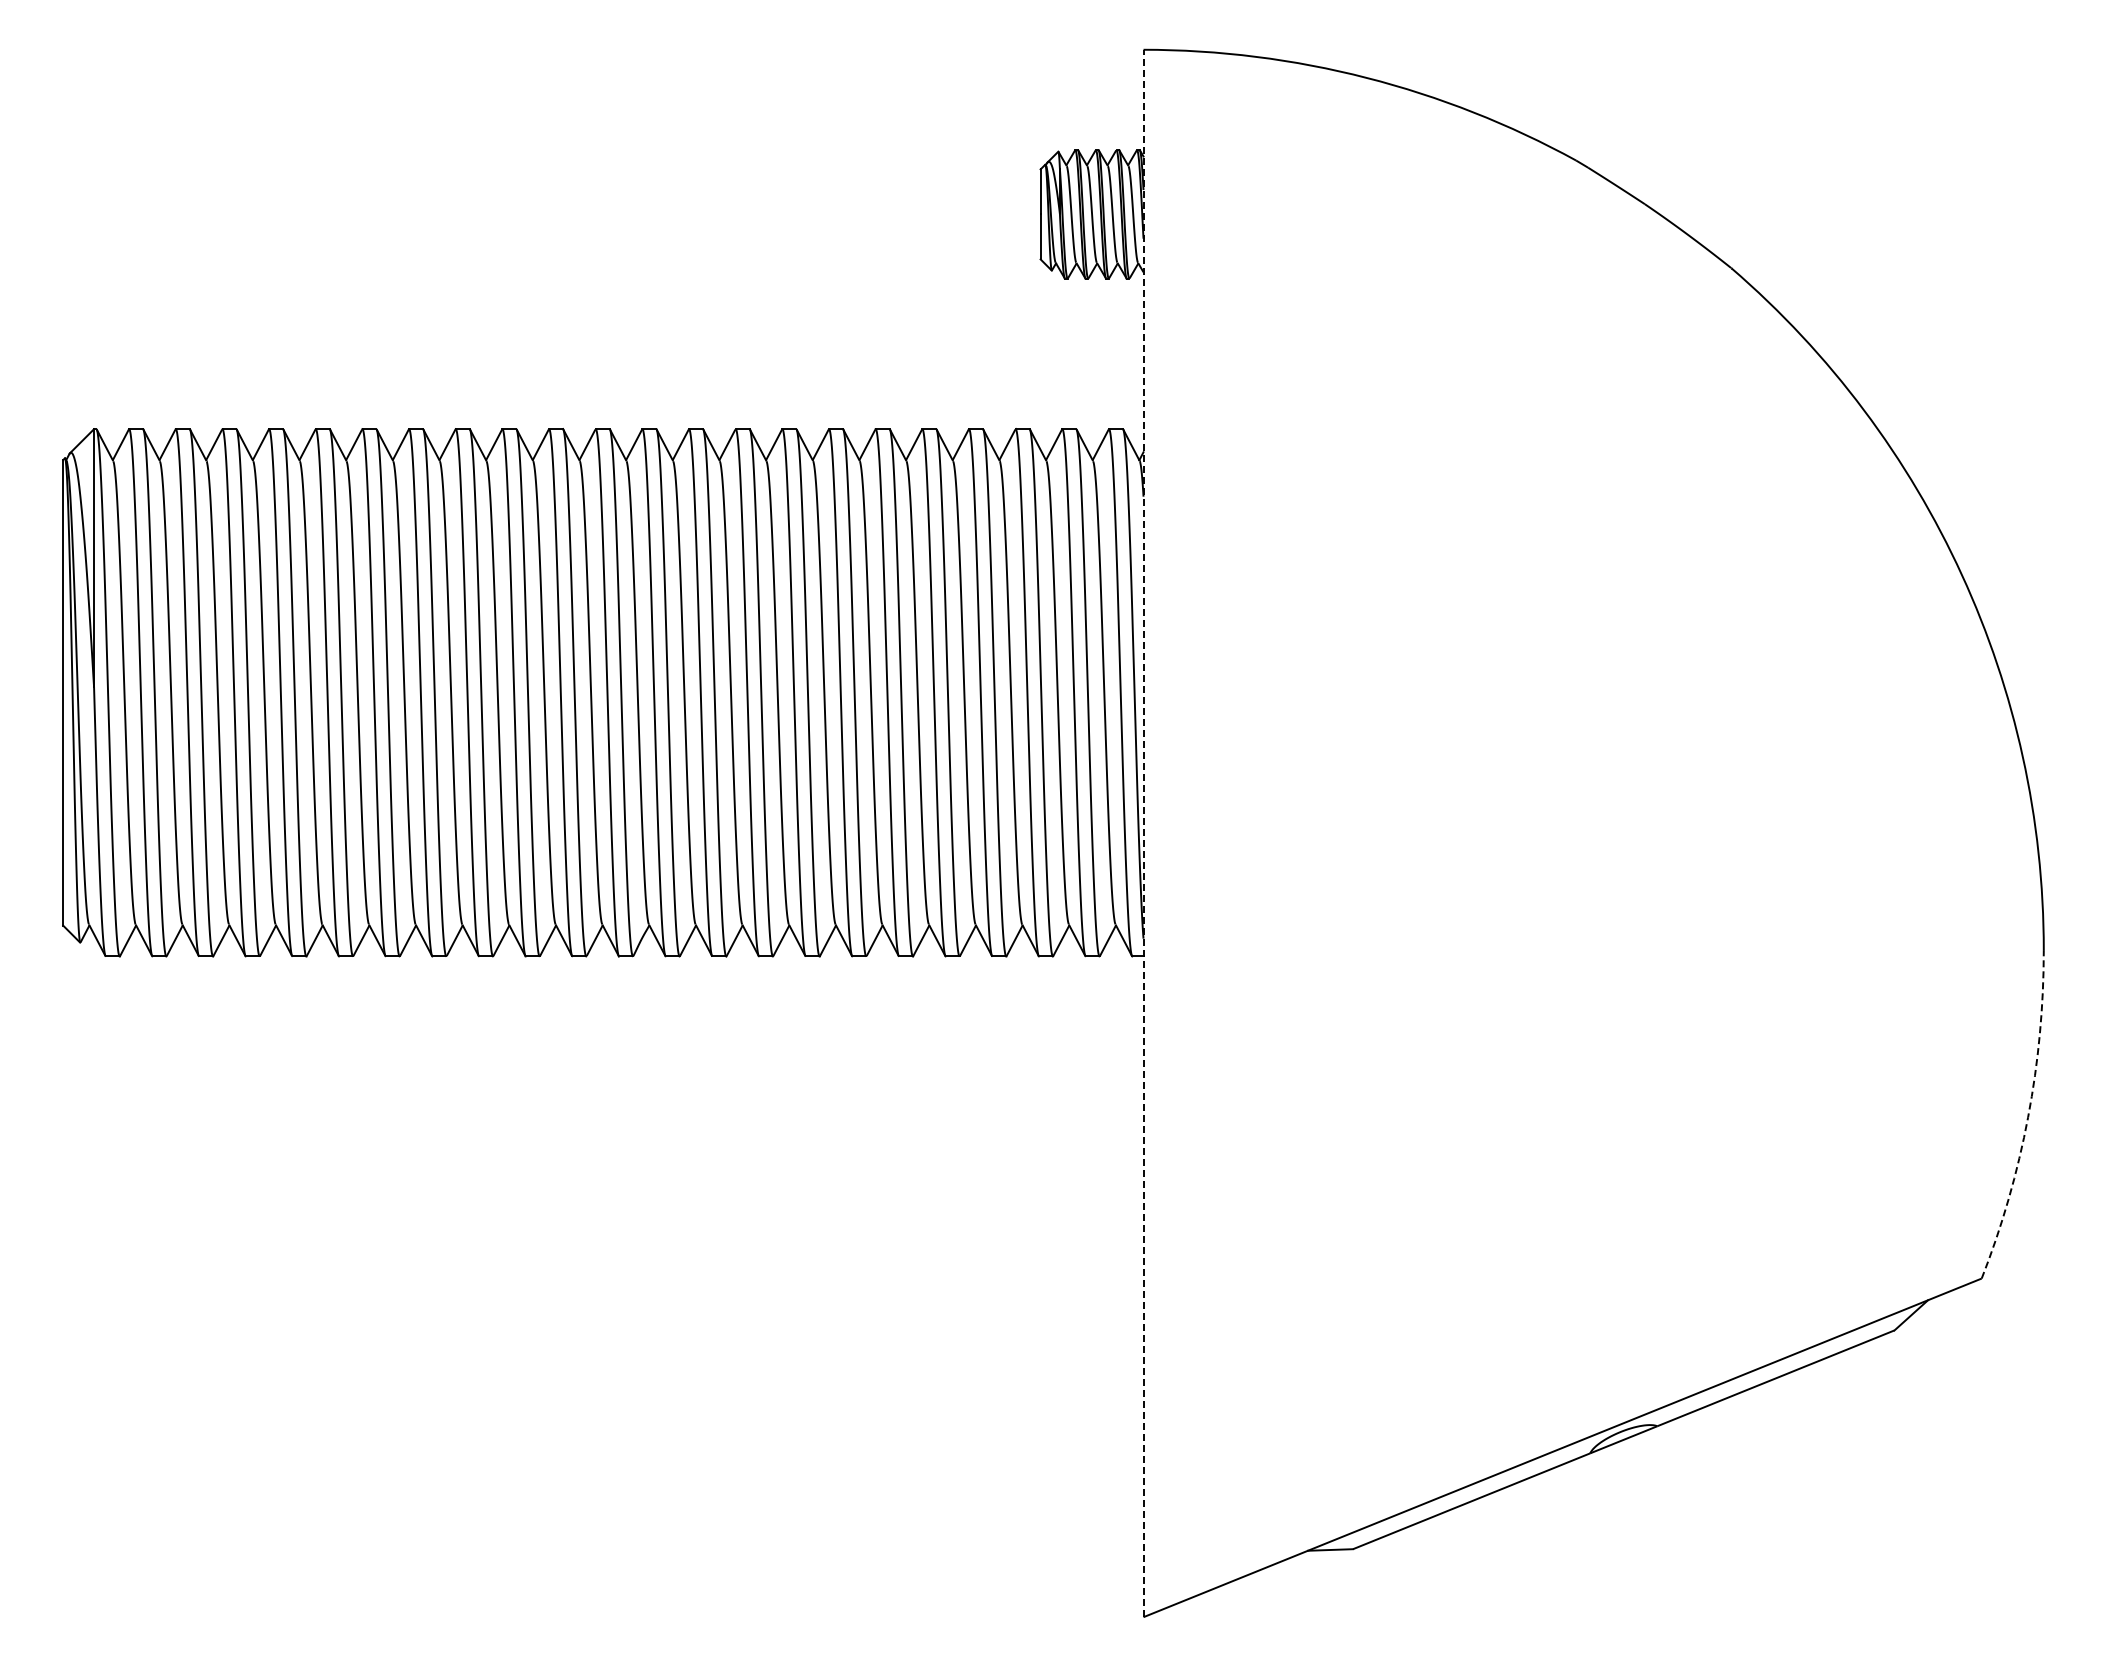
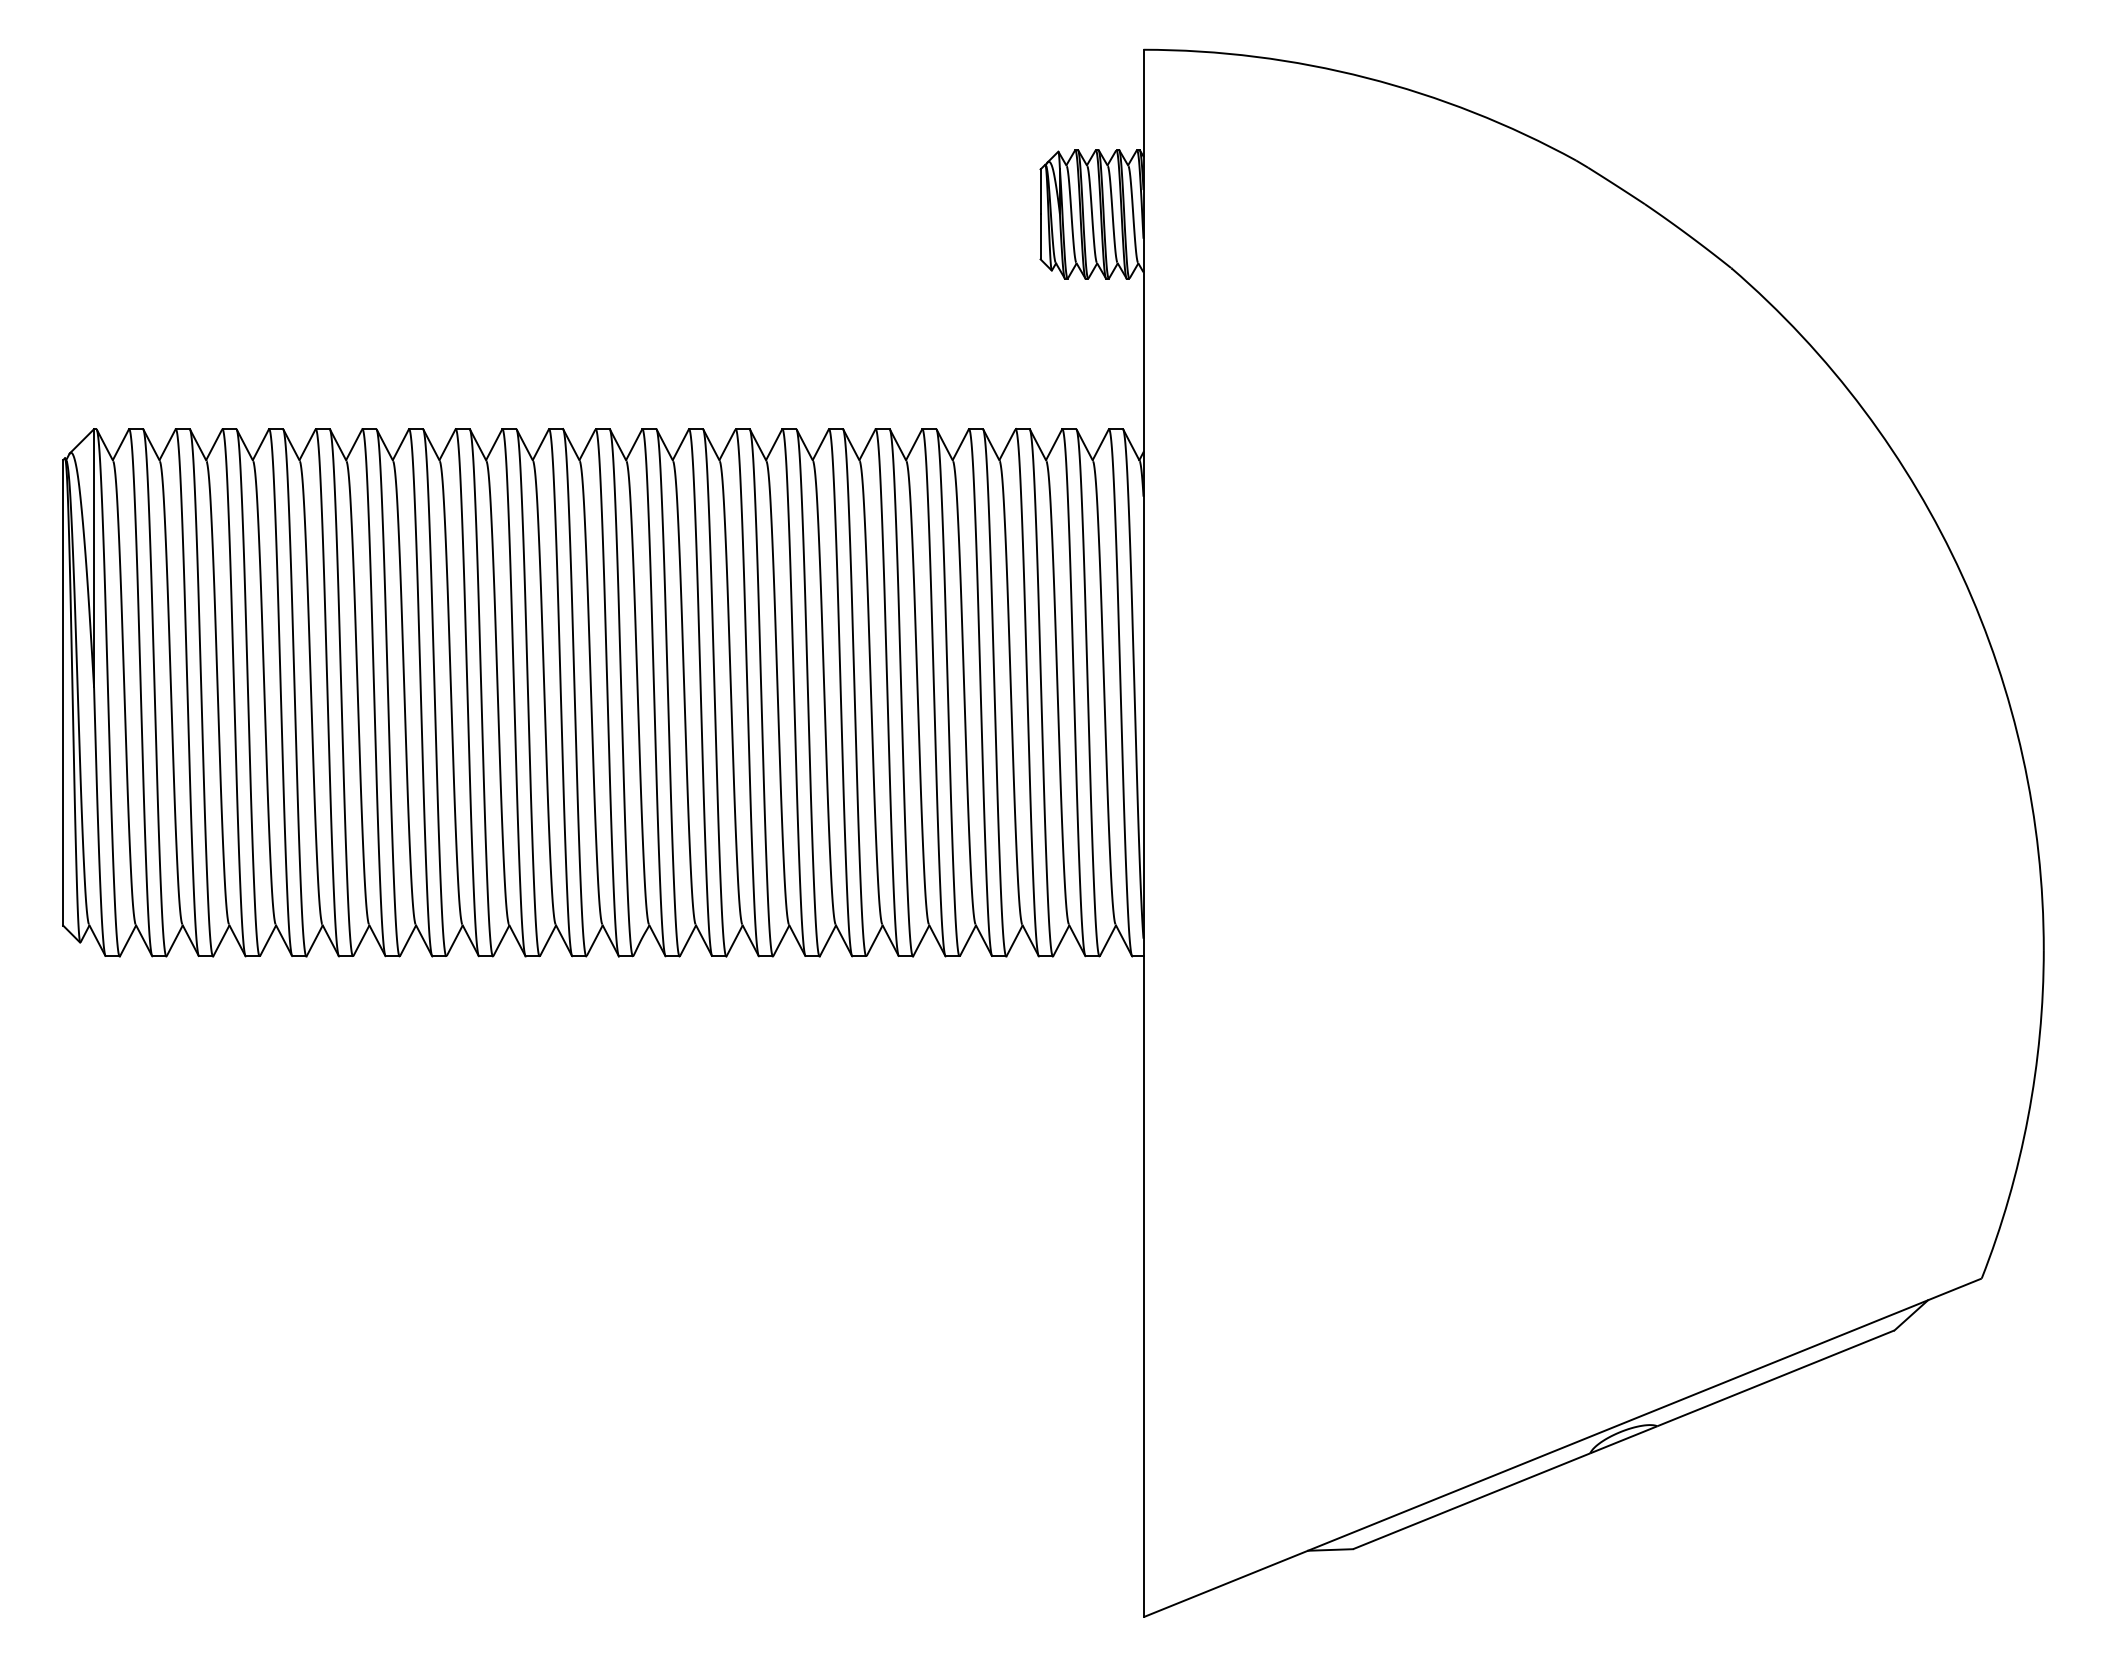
line at (1143, 833): dashed -> solid
arc at (2028, 1117): dashed -> solid
